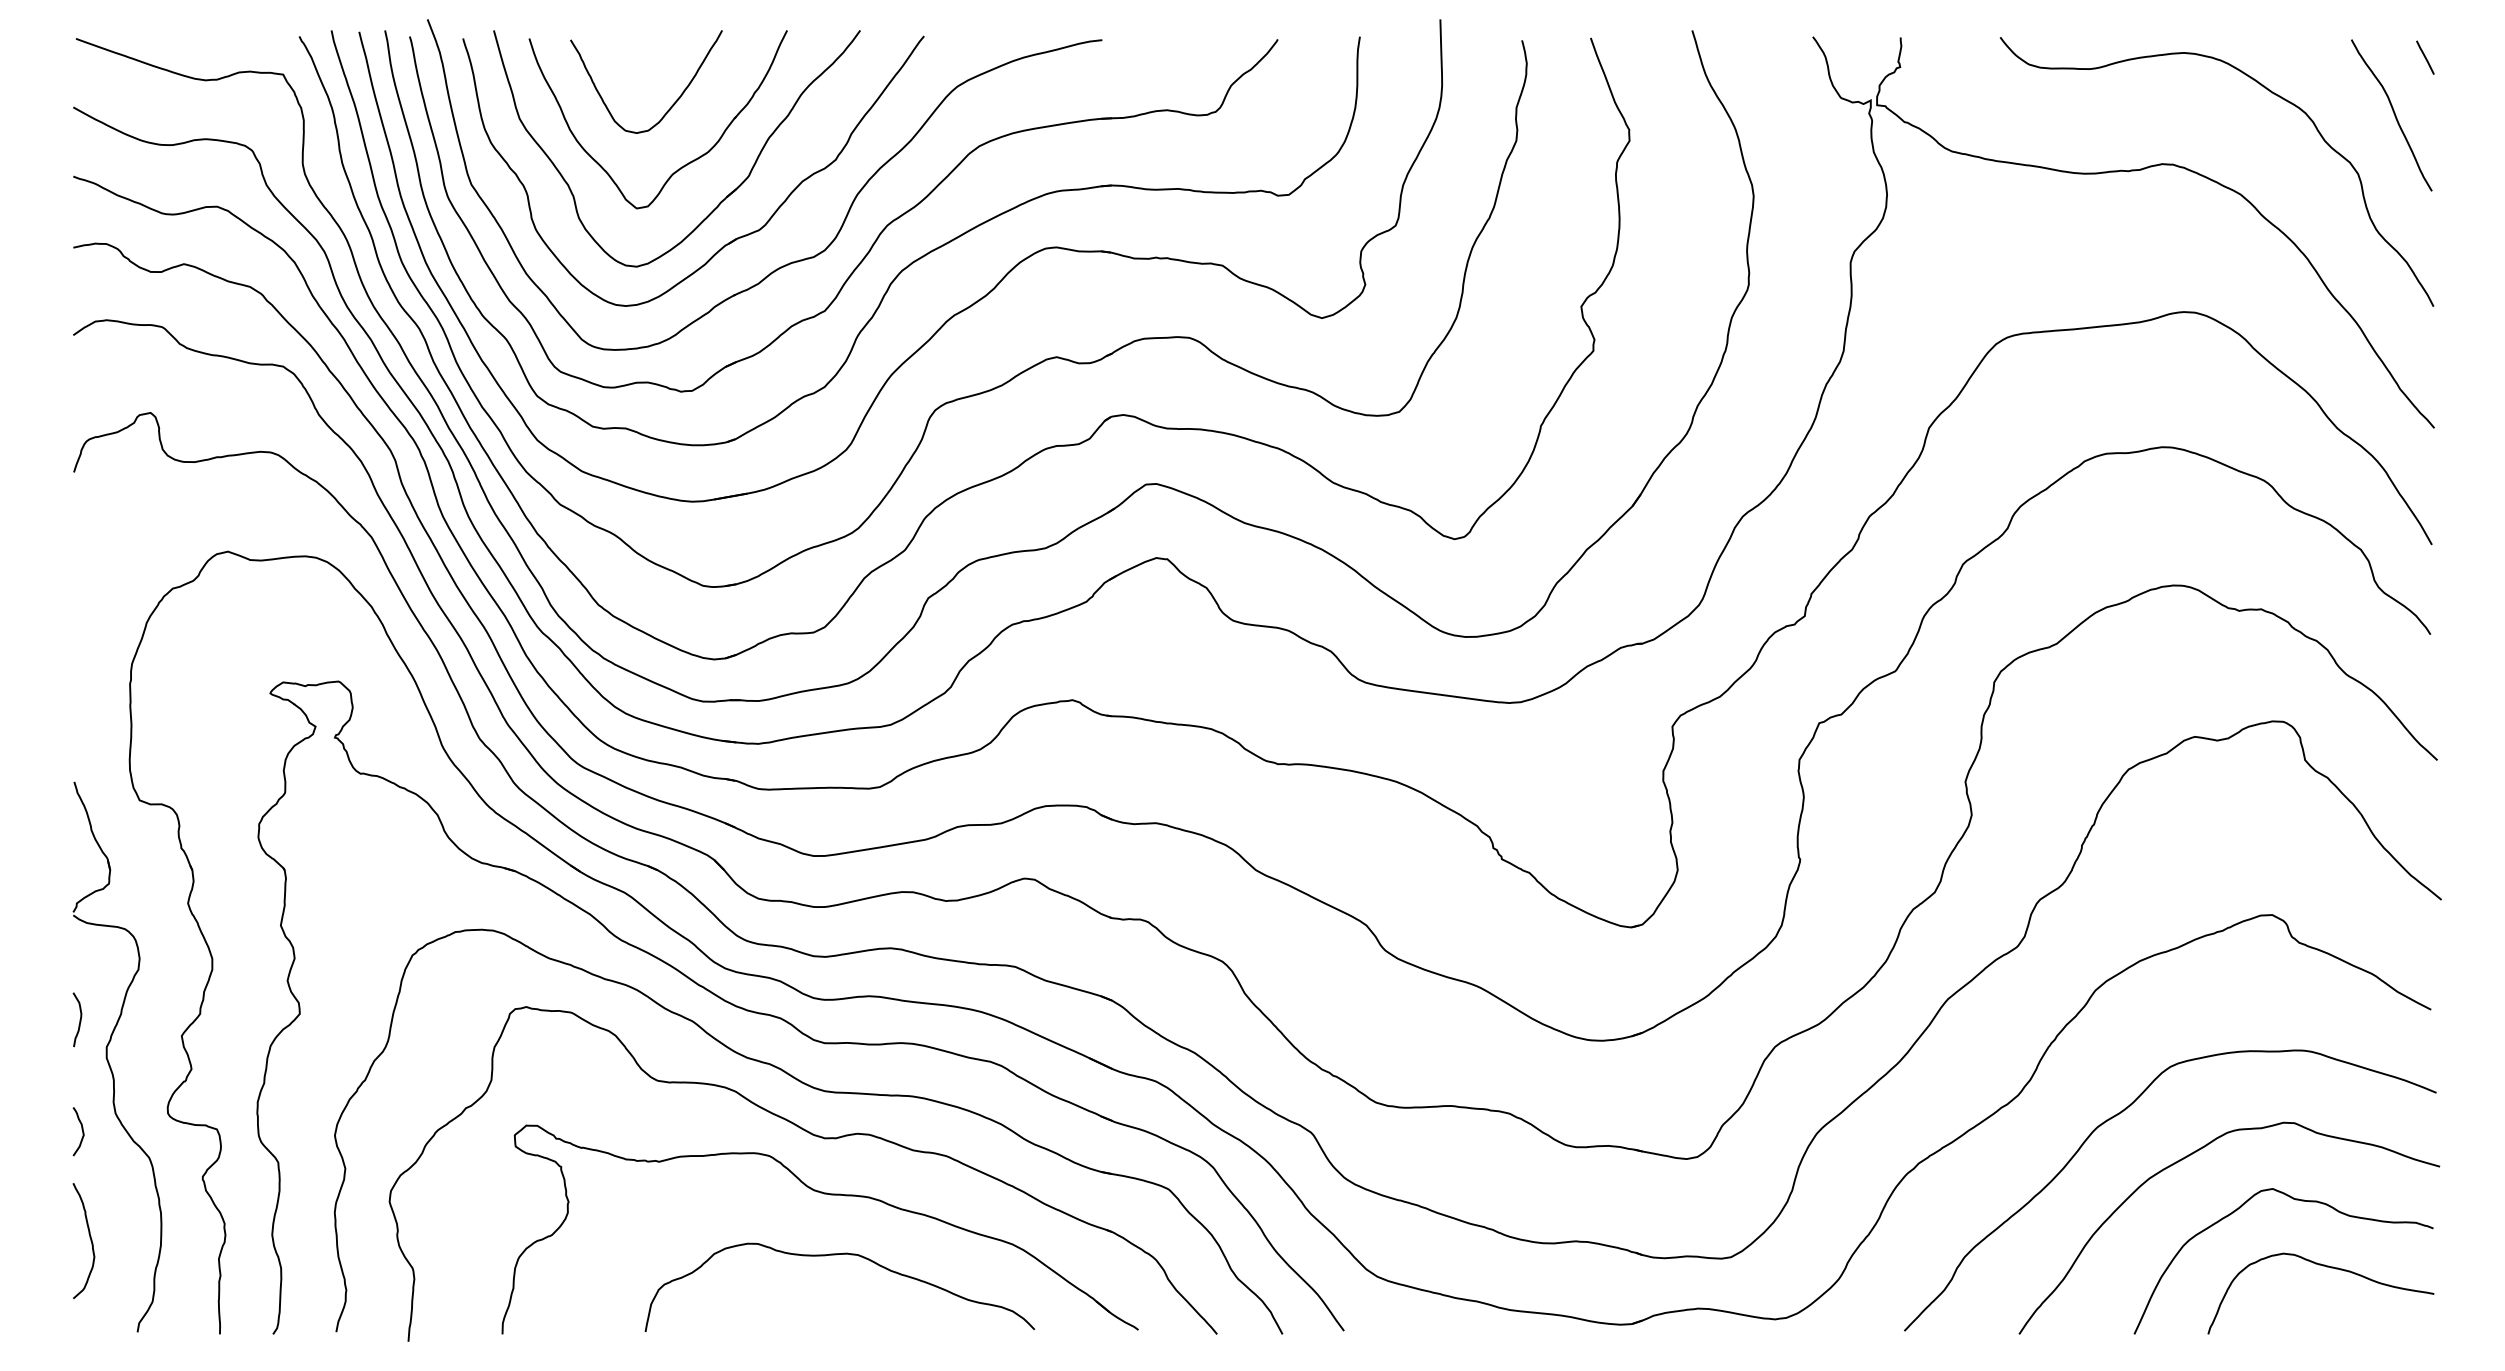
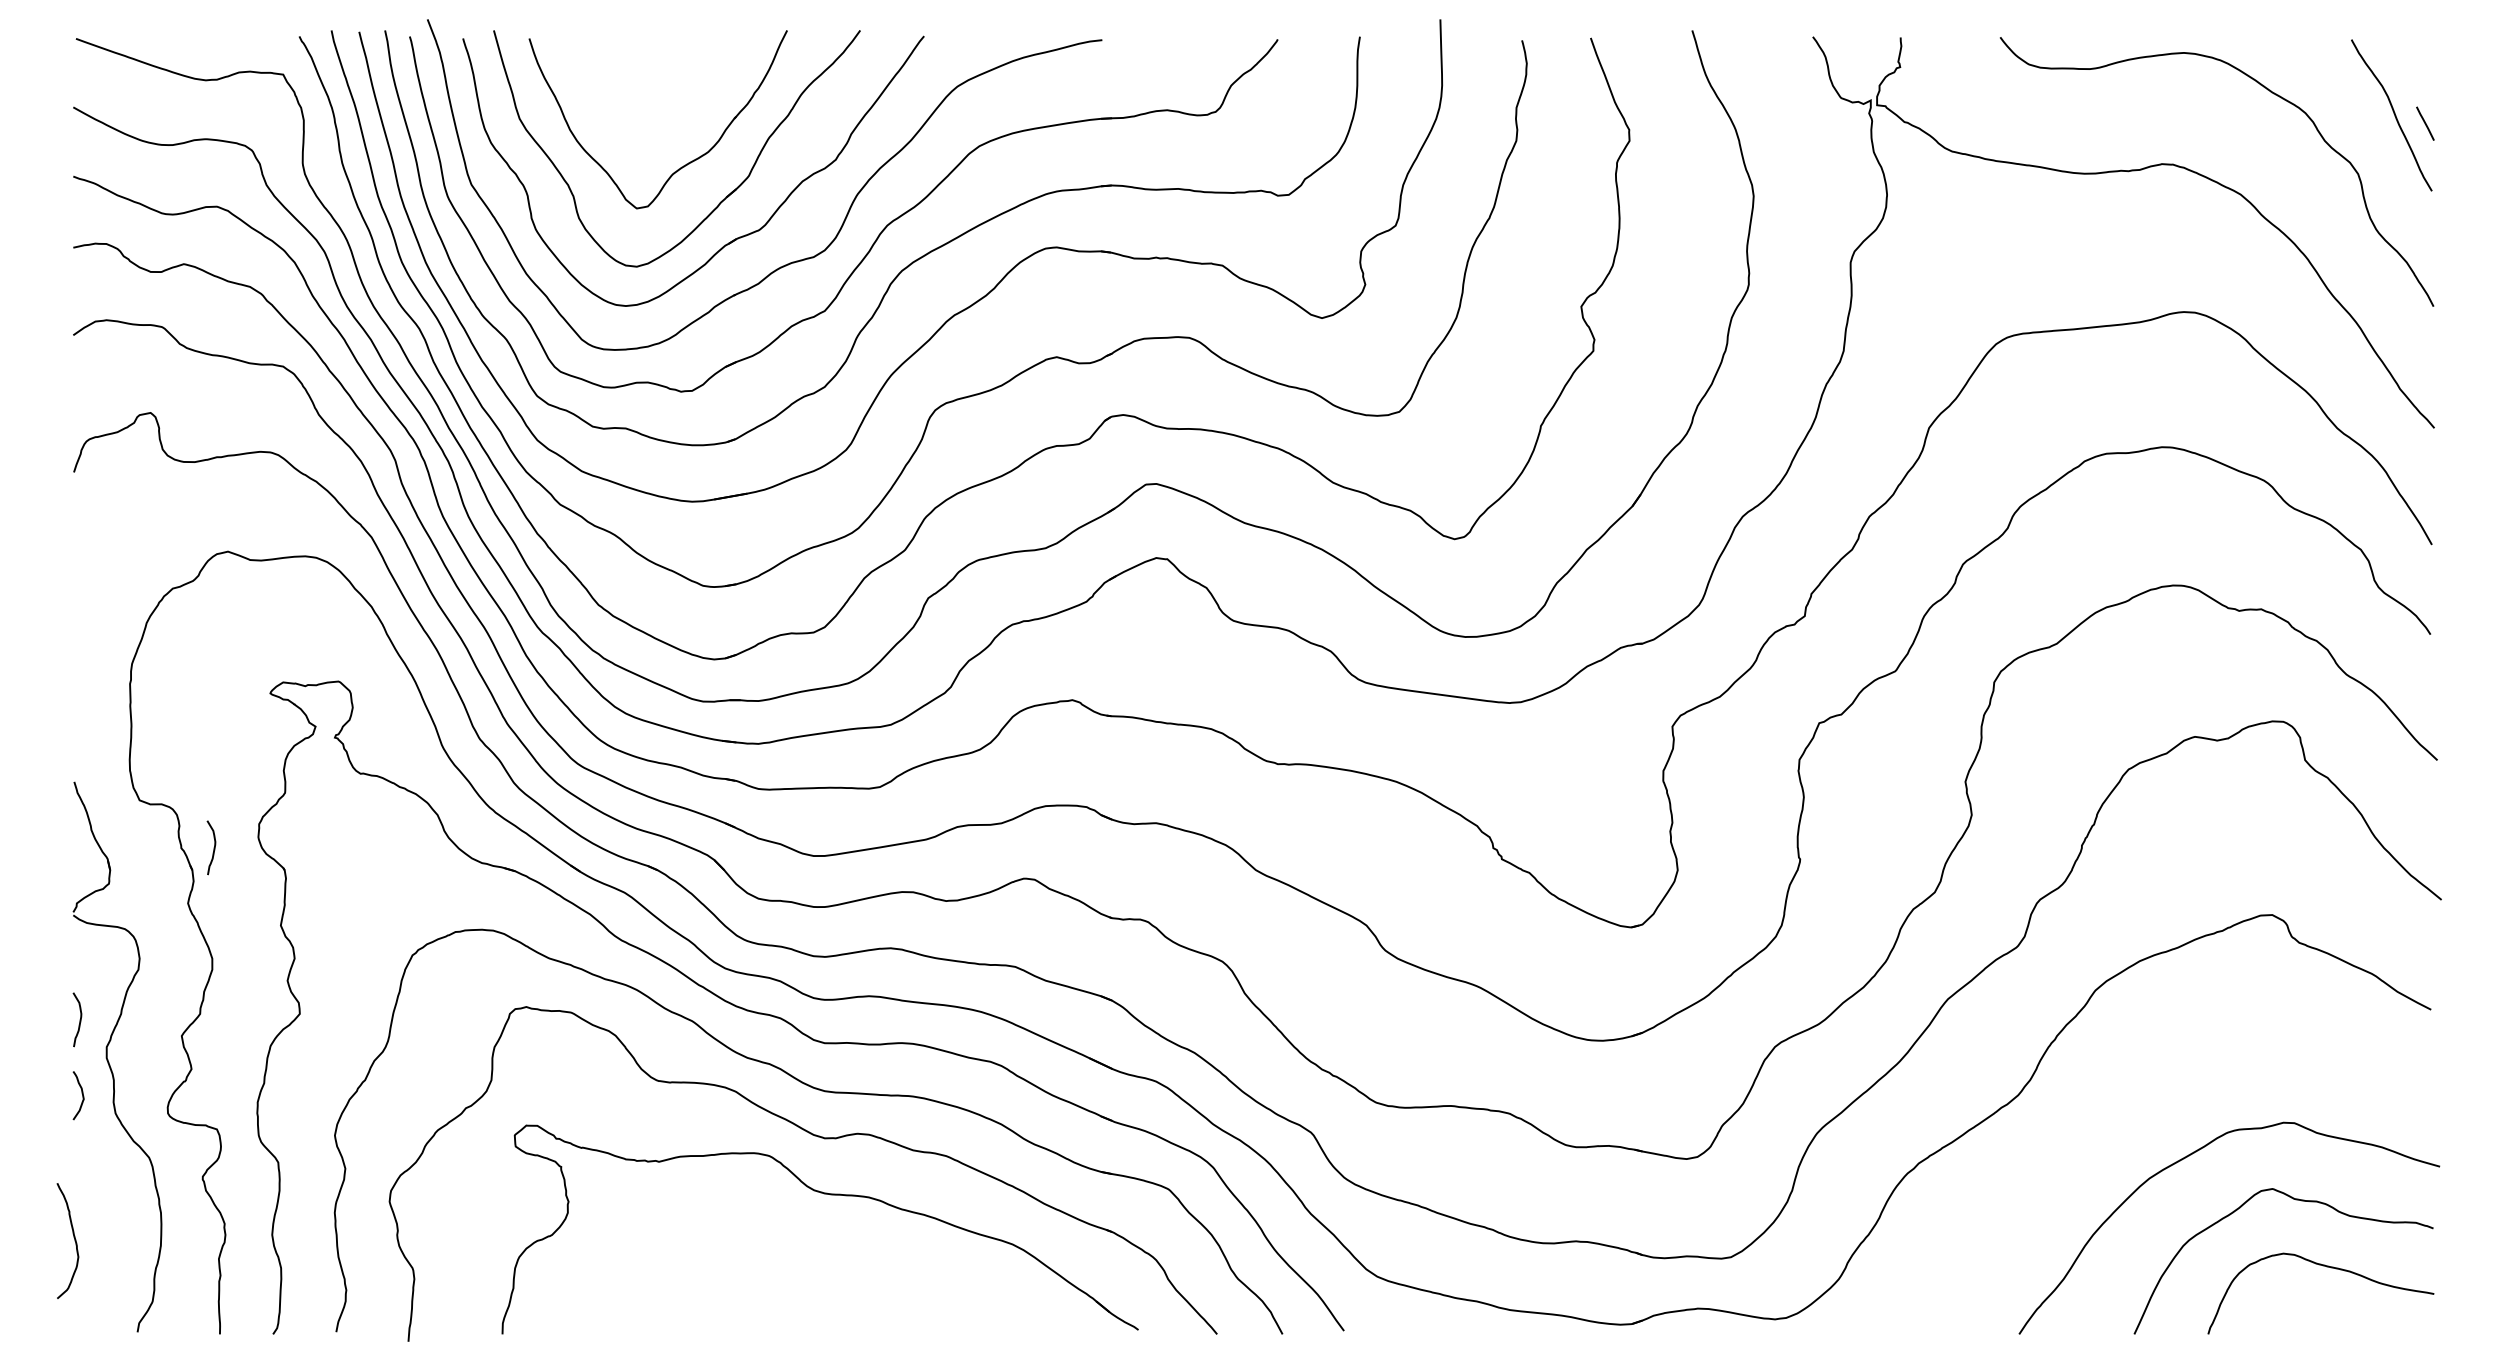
line at (2425, 57) position: (2425, 57) -> (2425, 123)
curve at (671, 105): present -> none
curve at (213, 847): none -> present
curve at (2121, 1113): present -> none
curve at (81, 1129) position: (81, 1129) -> (81, 1093)
curve at (89, 1237) position: (89, 1237) -> (73, 1237)
curve at (836, 1255): present -> none
